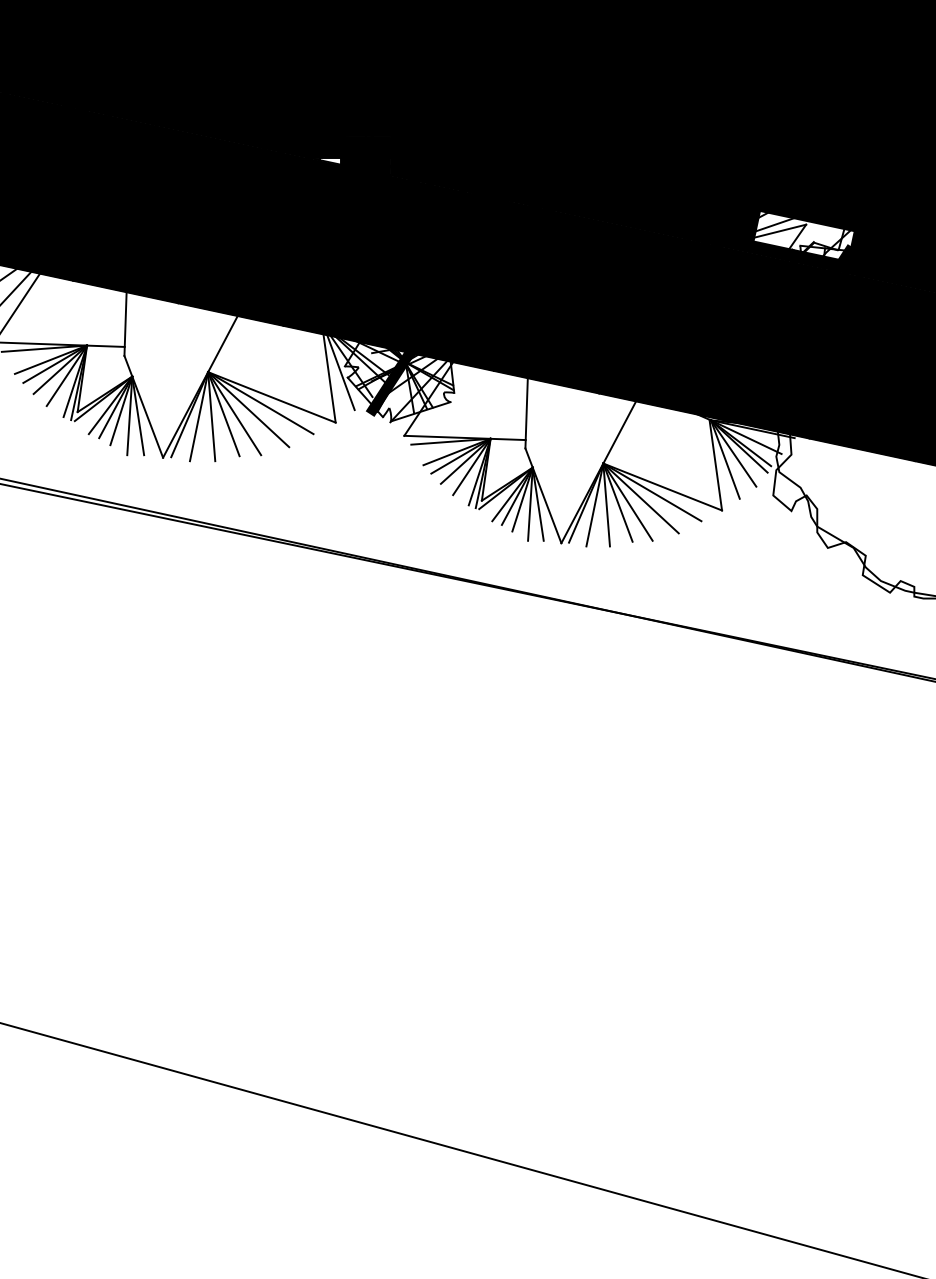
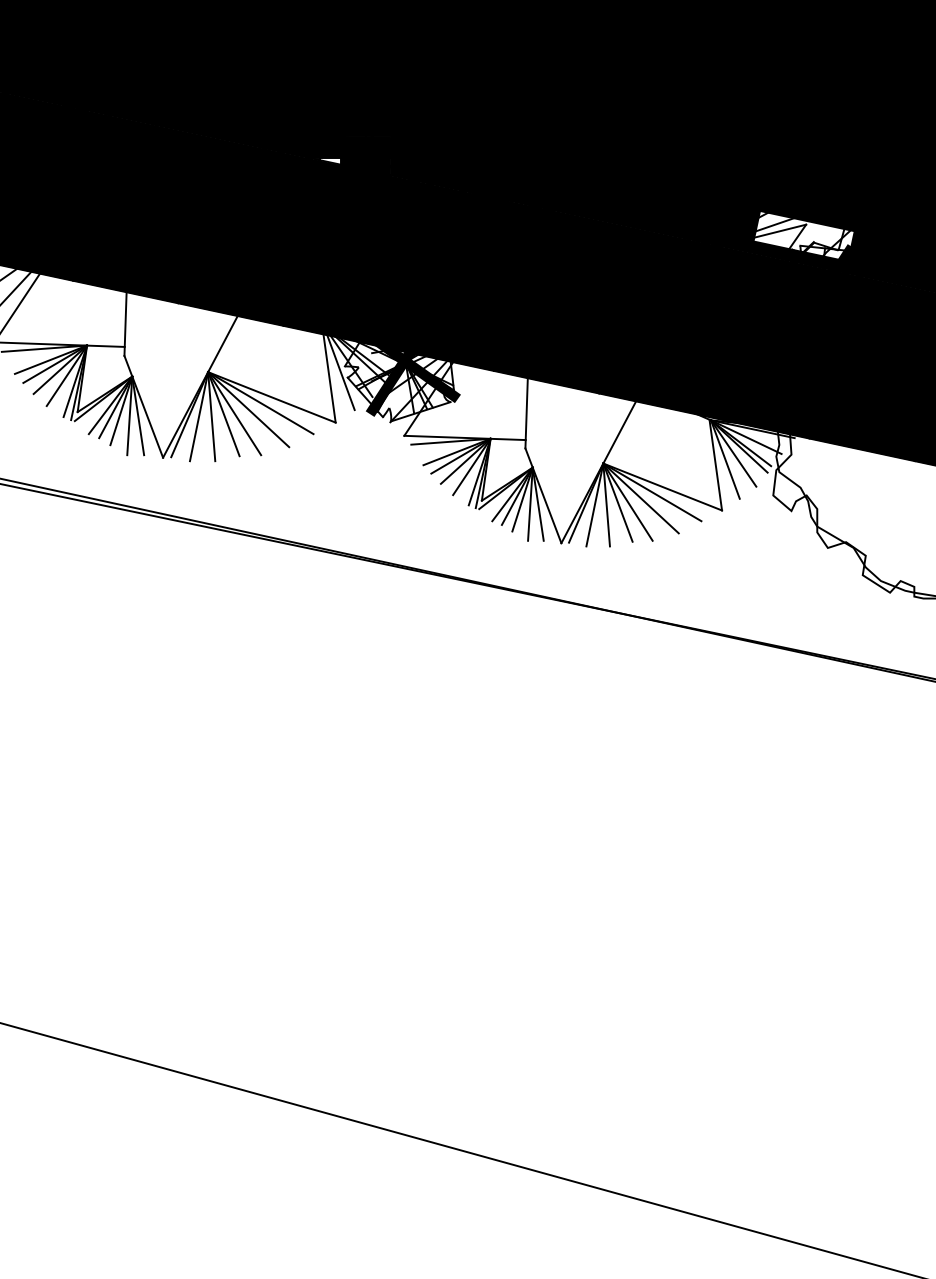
fill at (406, 362): none -> present
